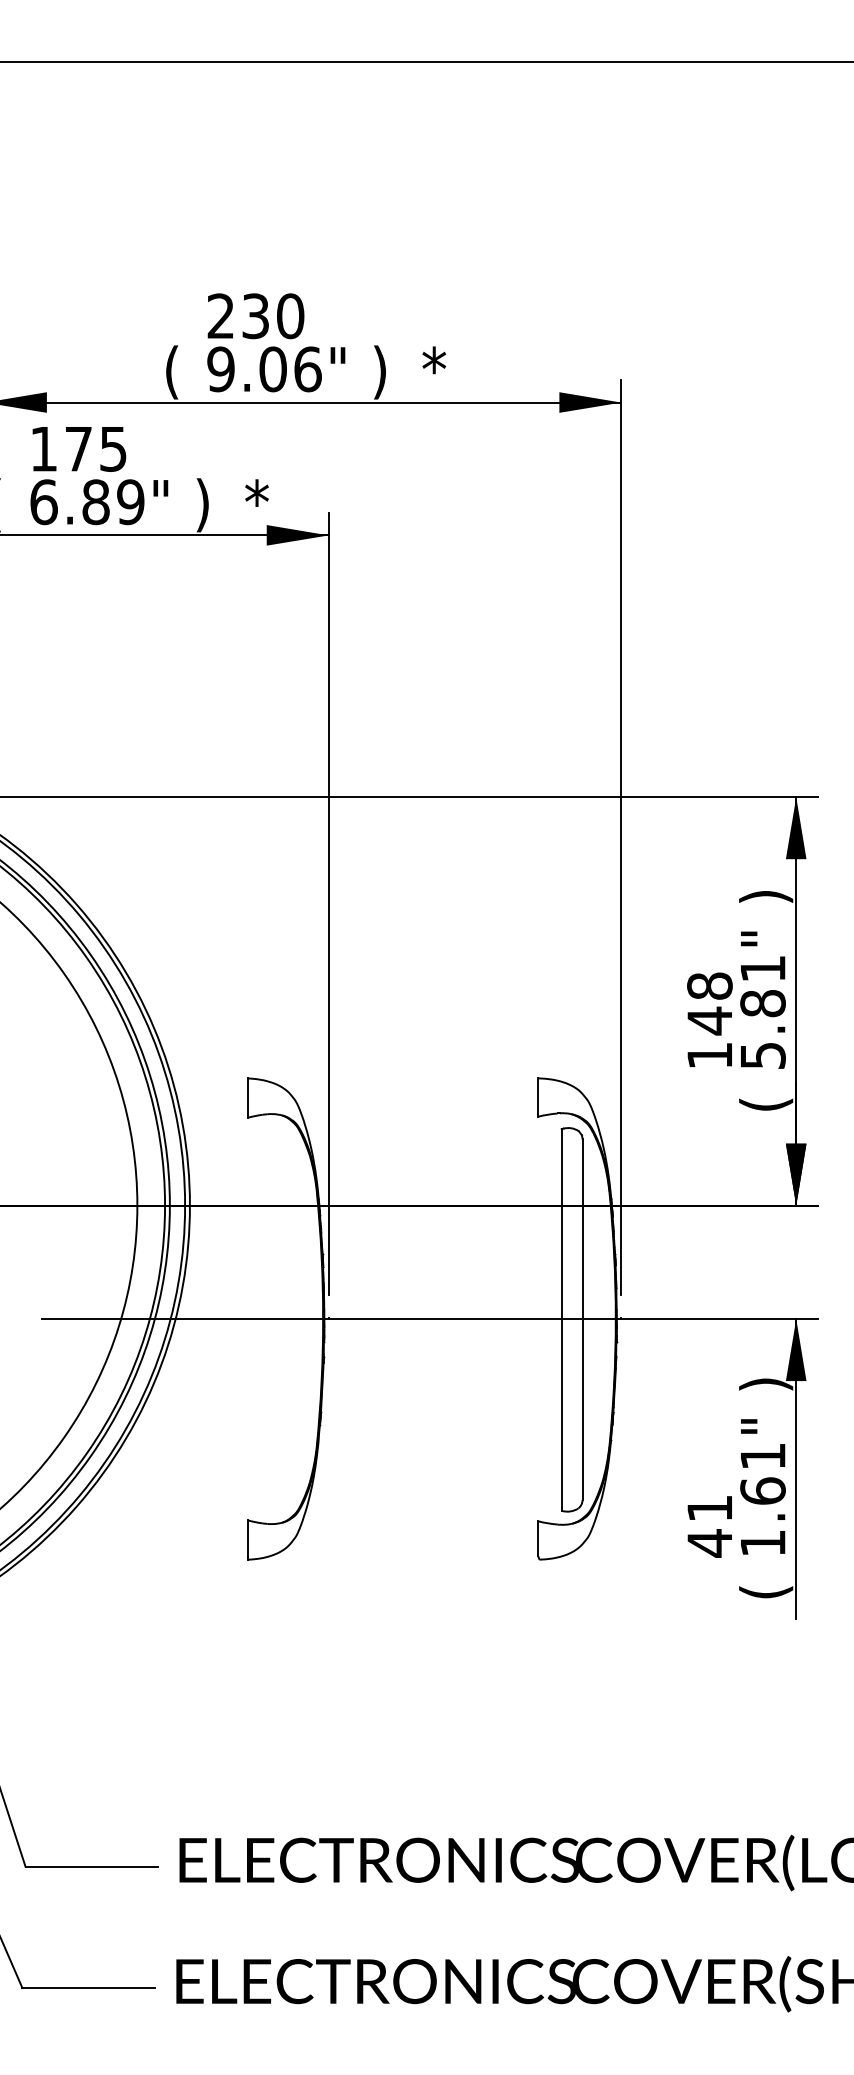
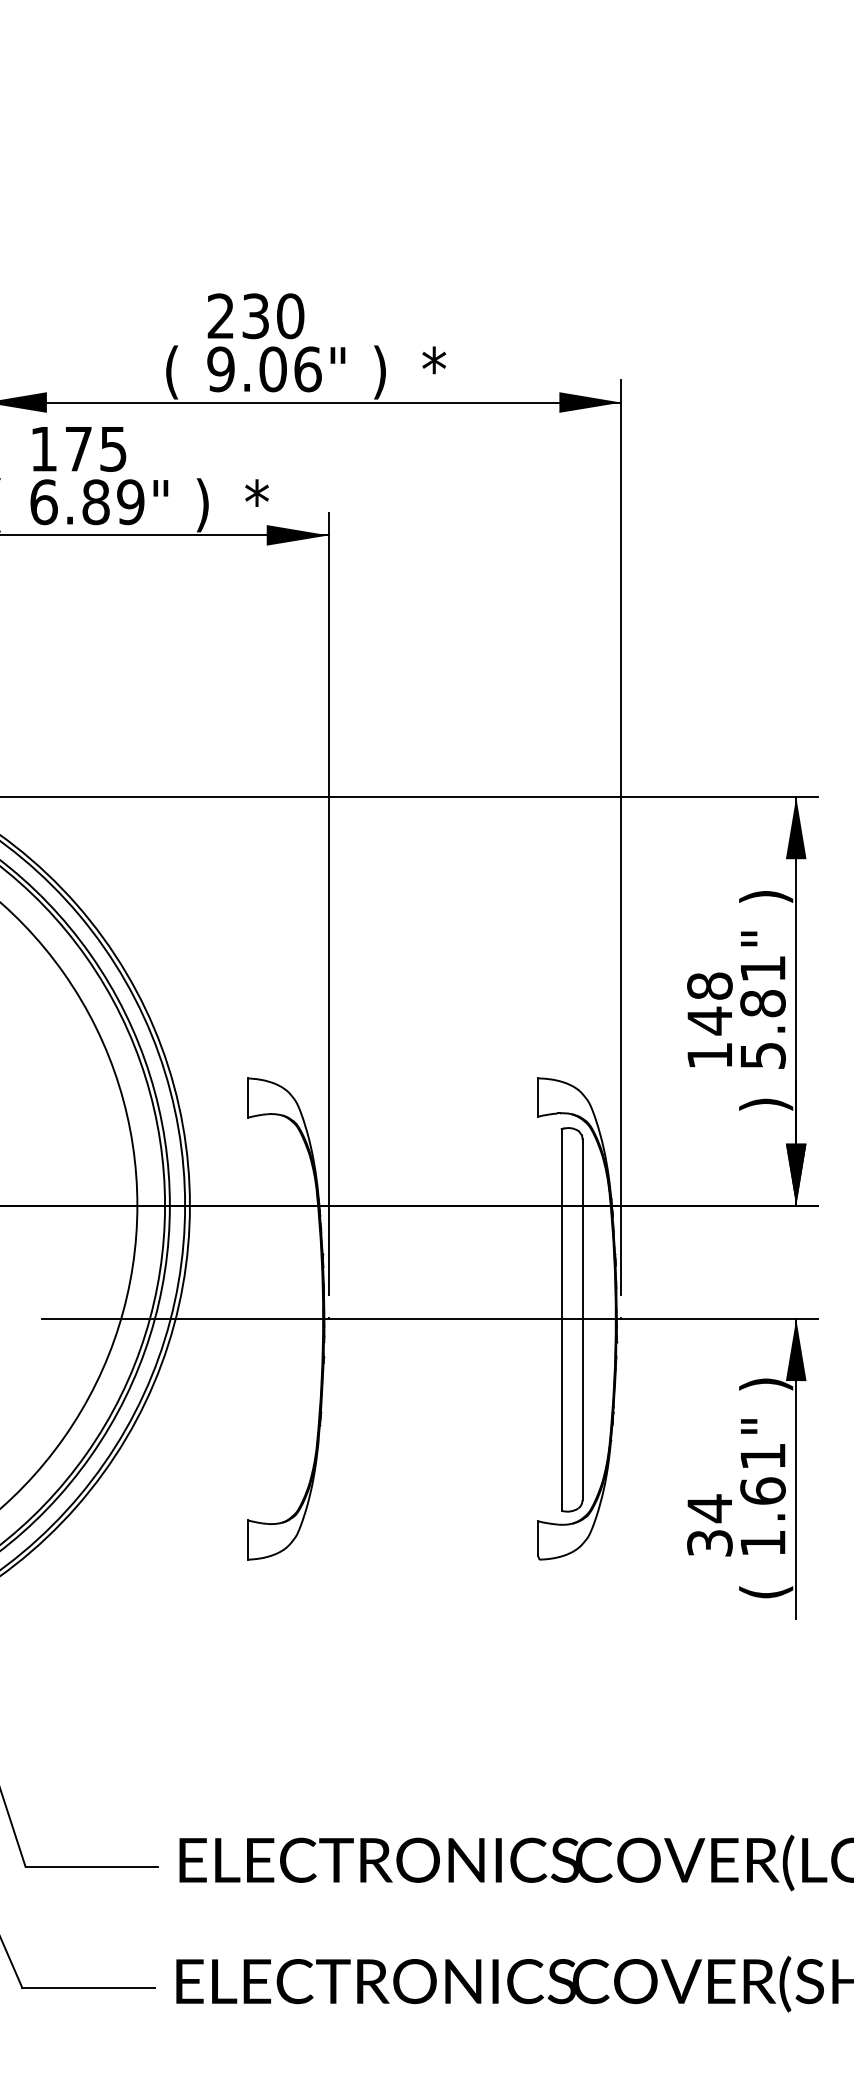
line at (426, 62): present -> none
text at (766, 1104): ( -> )
text at (709, 1525): 41 -> 34
